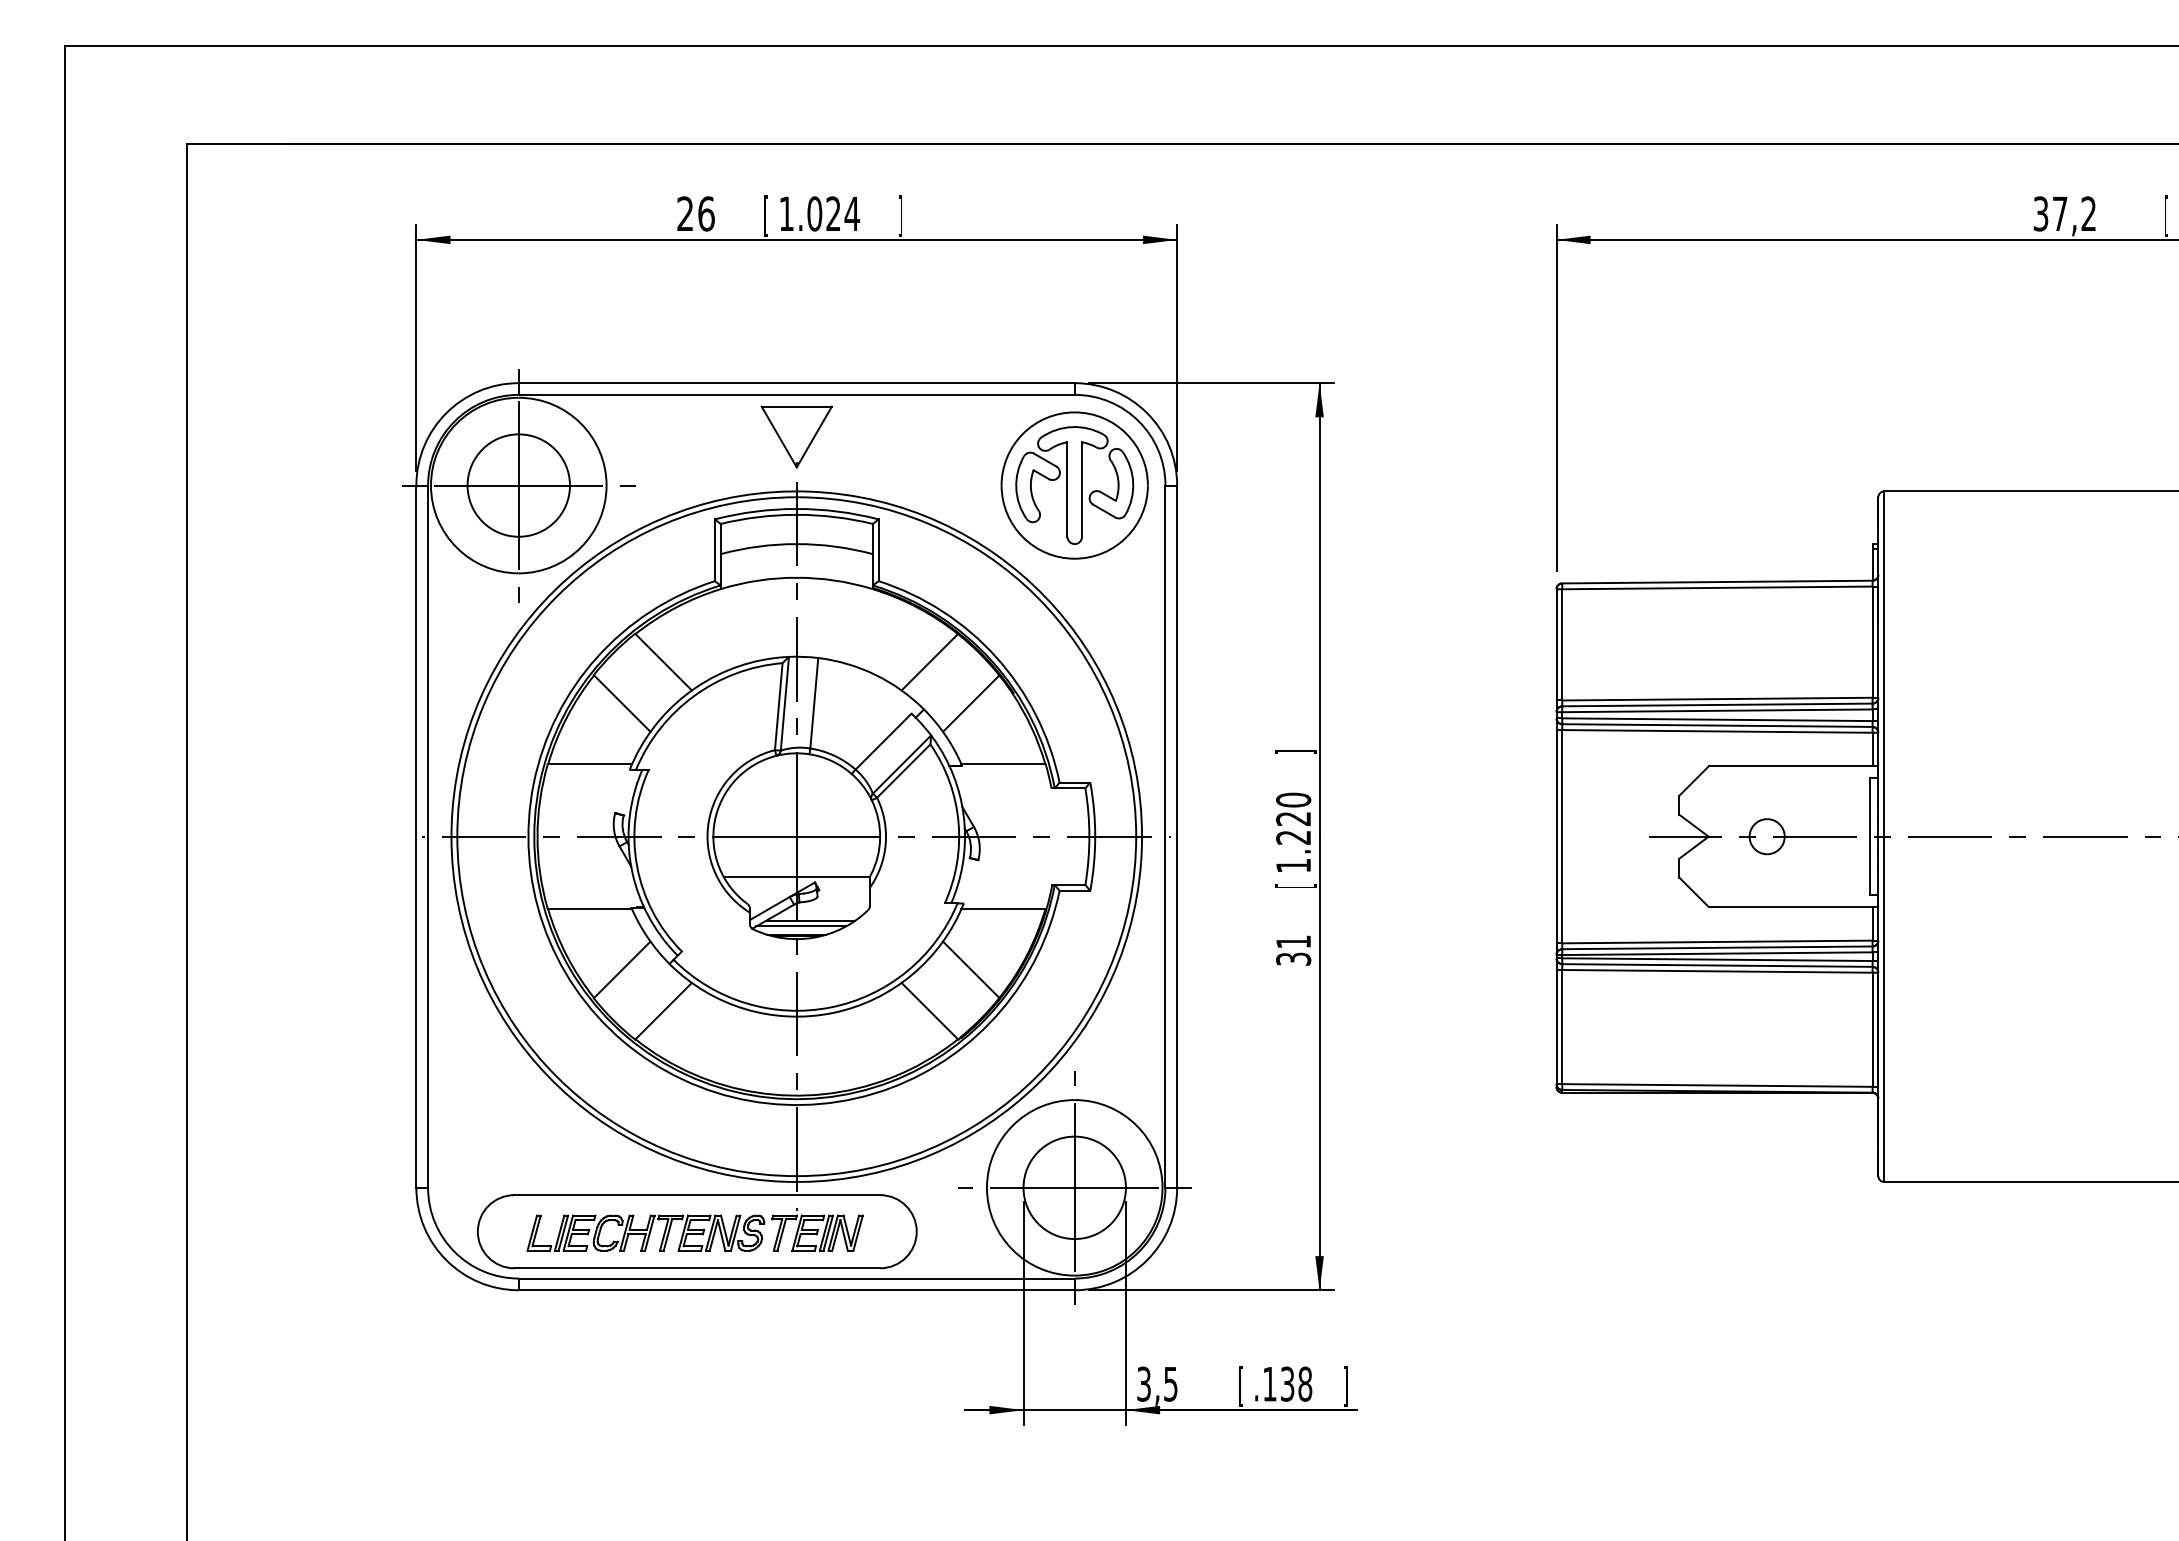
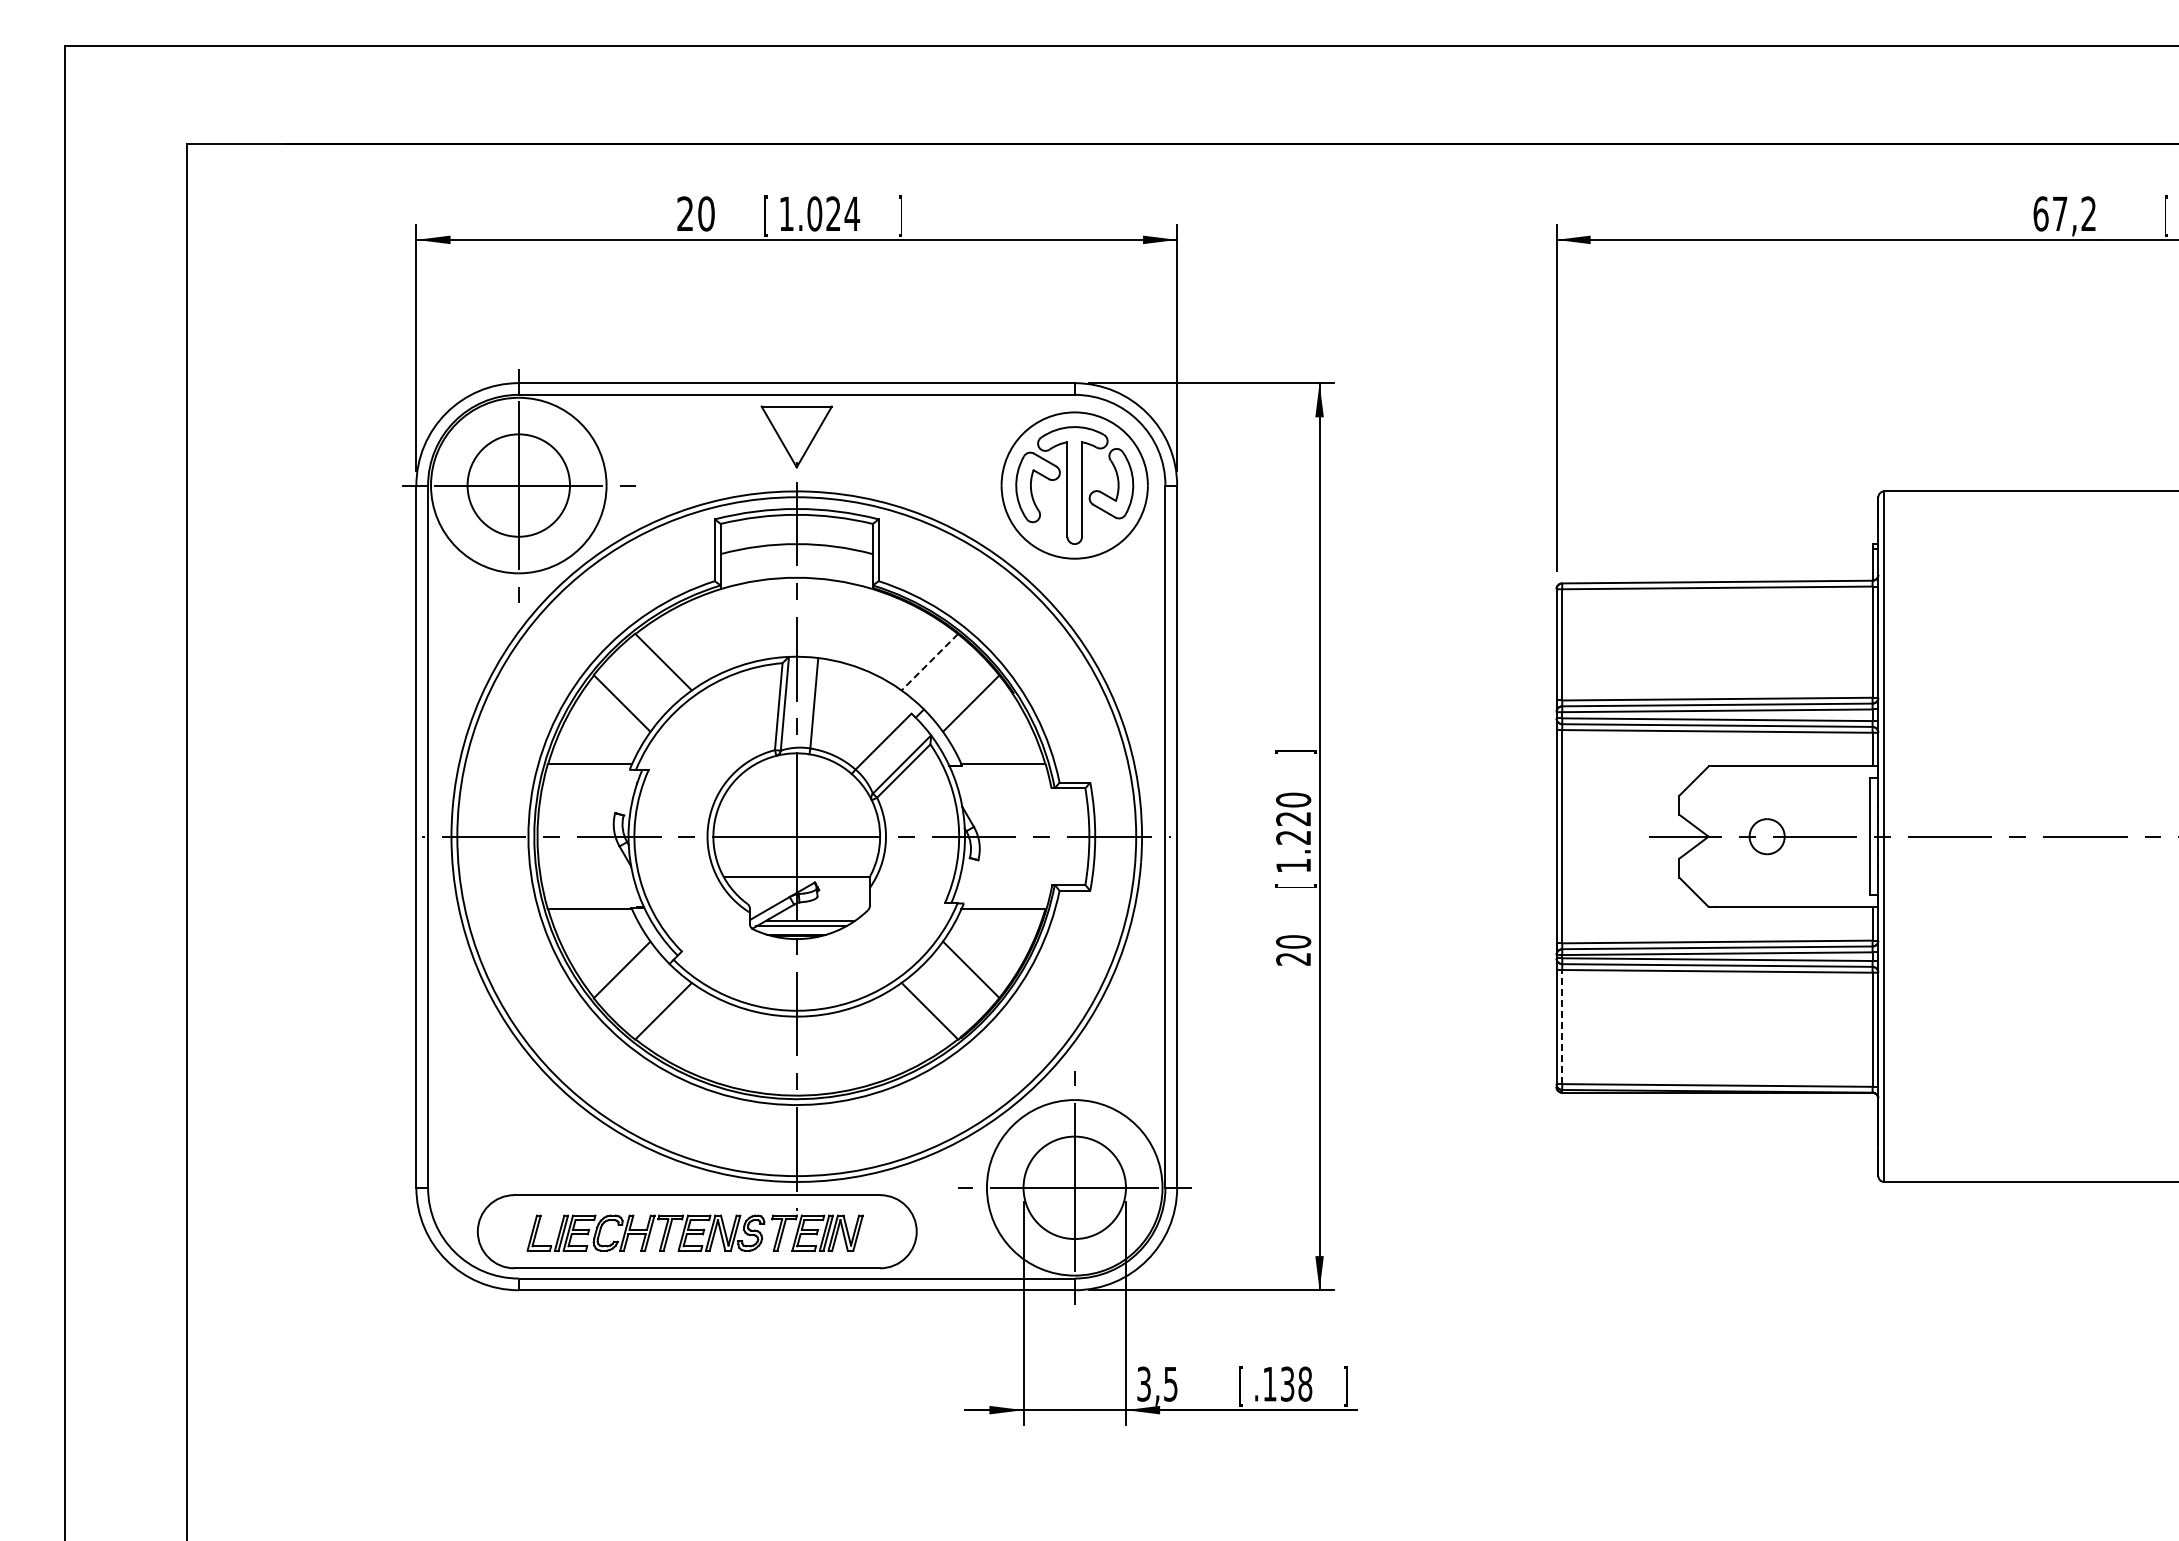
text at (706, 213): 26 -> 20
text at (2040, 213): 37,2 -> 67,2
line at (929, 662): solid -> dashed
text at (1293, 950): 31 -> 20
line at (1562, 1026): solid -> dashed
